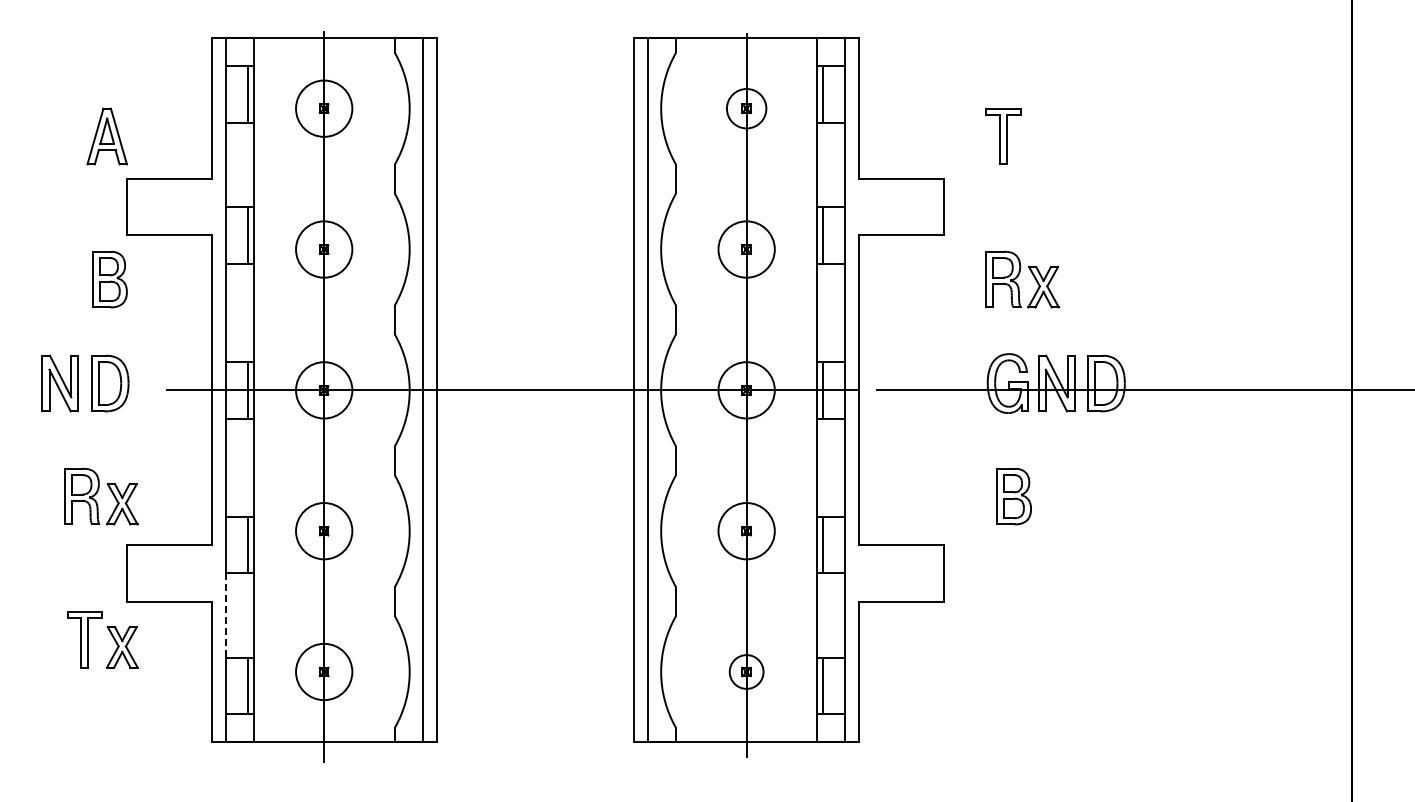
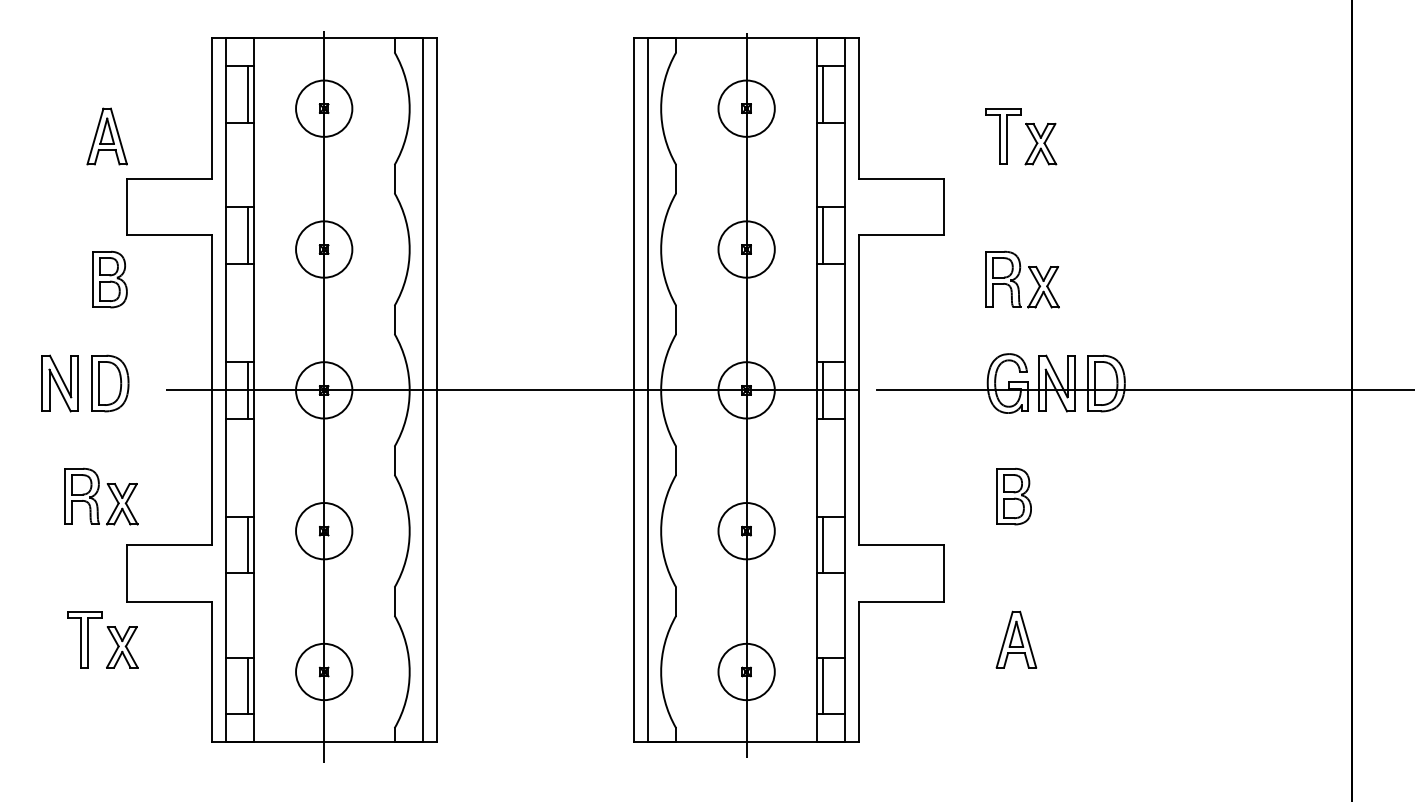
circle at (746, 108) diameter: 39 px -> 56 px
part at (1040, 143): none -> present
line at (225, 616): dashed -> solid
part at (1016, 639): none -> present
circle at (746, 671) diameter: 34 px -> 56 px
